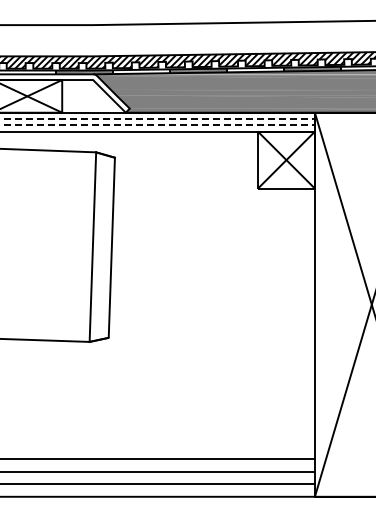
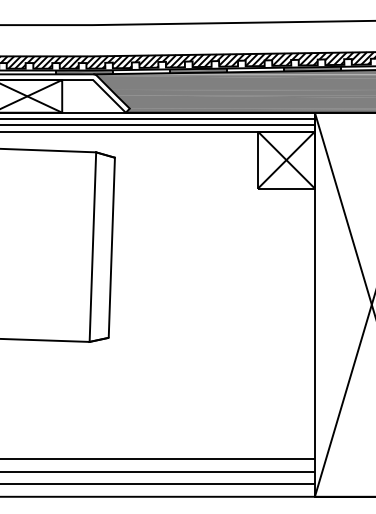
line at (158, 118): dashed -> solid
line at (158, 125): dashed -> solid
